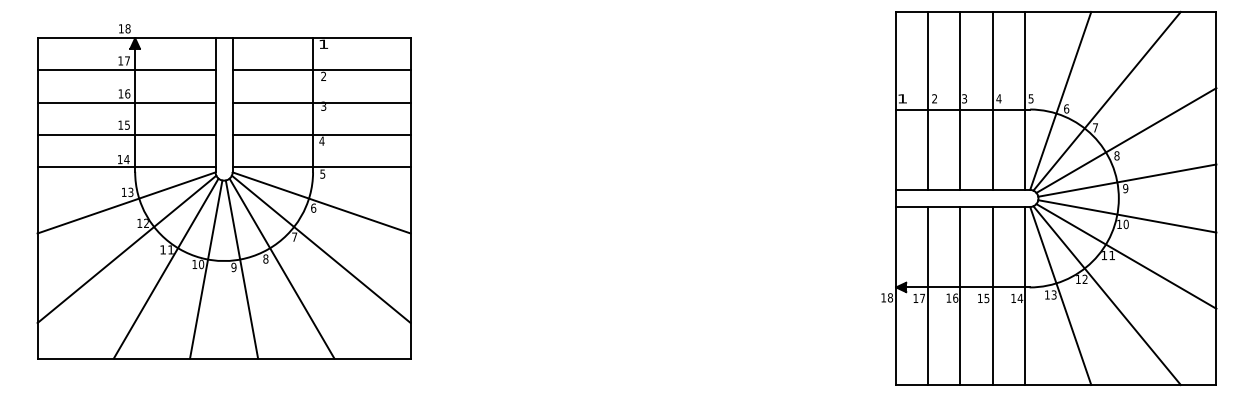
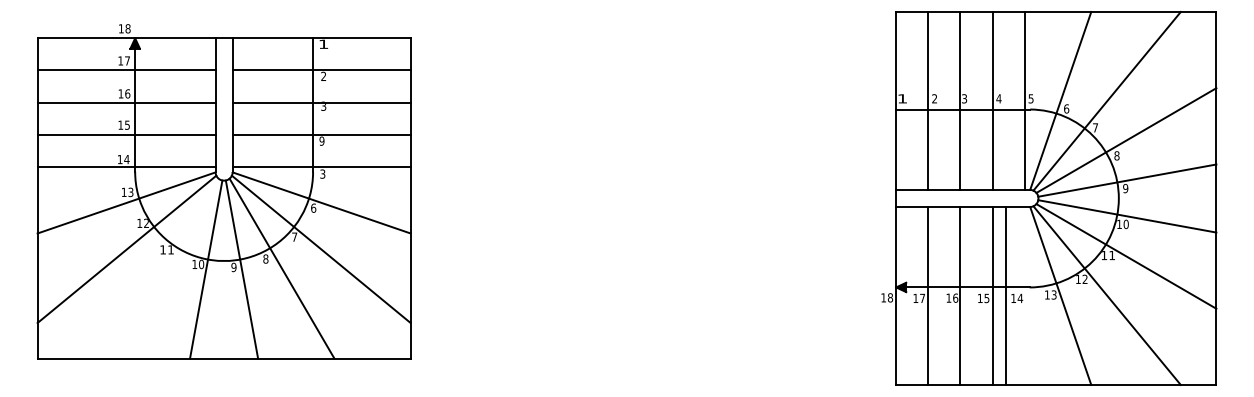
text at (321, 140): 4 -> 9
text at (322, 173): 5 -> 3
line at (165, 268): present -> none
line at (1024, 296) position: (1024, 296) -> (1005, 296)
